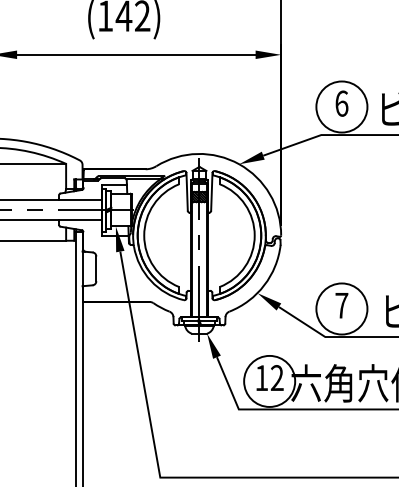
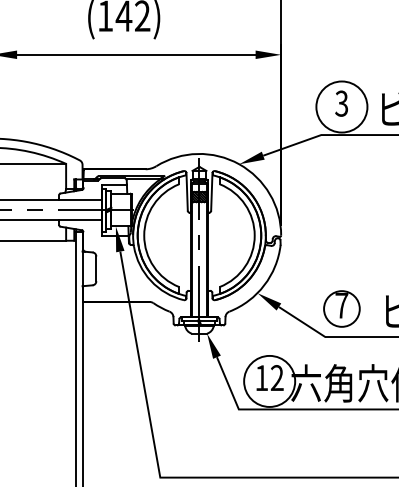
text at (341, 103): 6 -> 3
circle at (341, 308) diameter: 51 px -> 36 px
